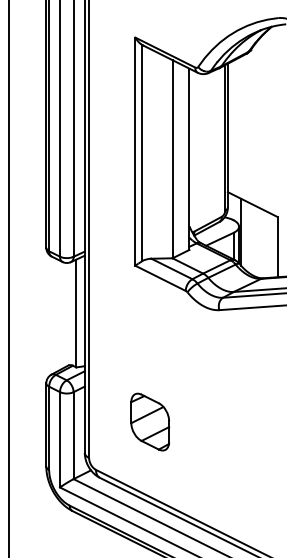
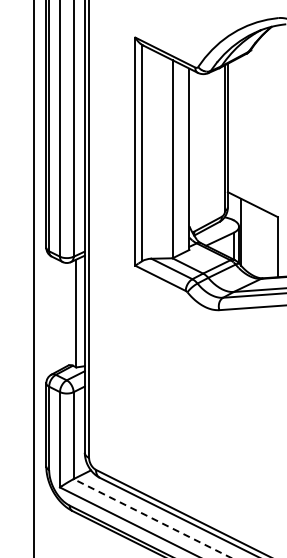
line at (8, 278) position: (8, 278) -> (33, 278)
part at (150, 421): present -> none
line at (152, 518): solid -> dashed
